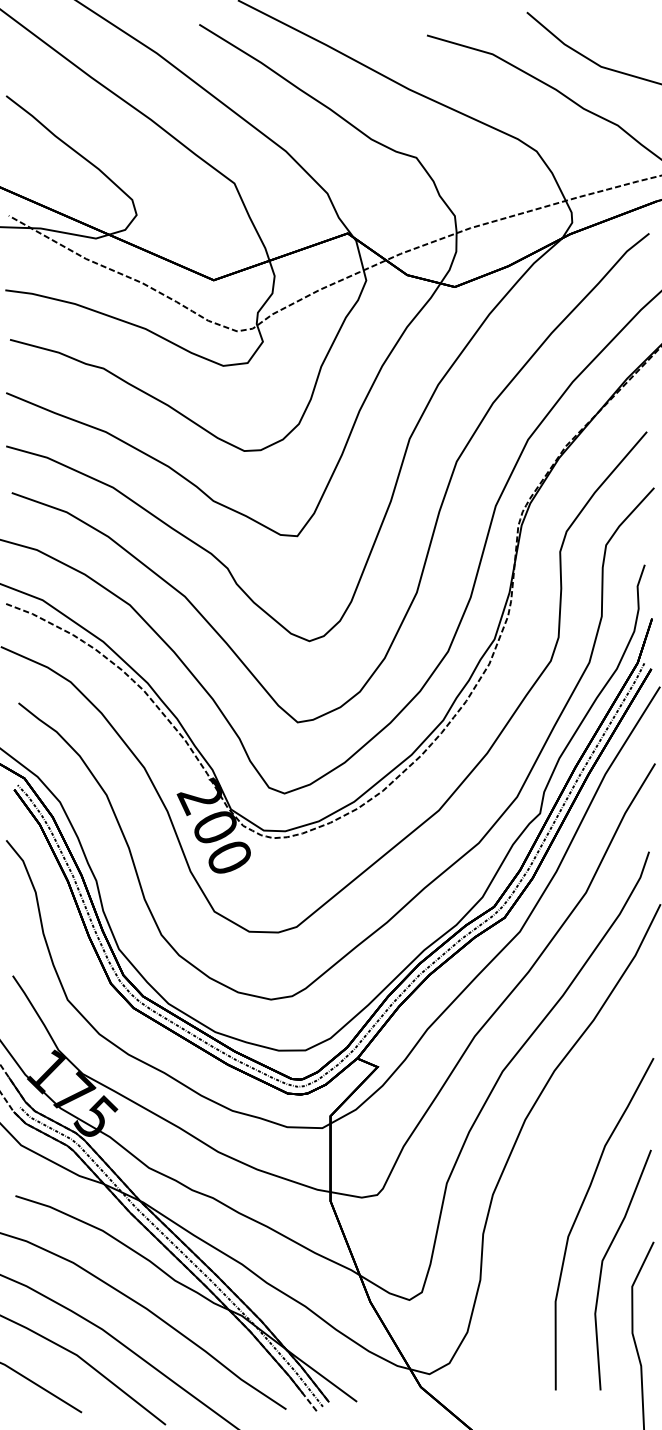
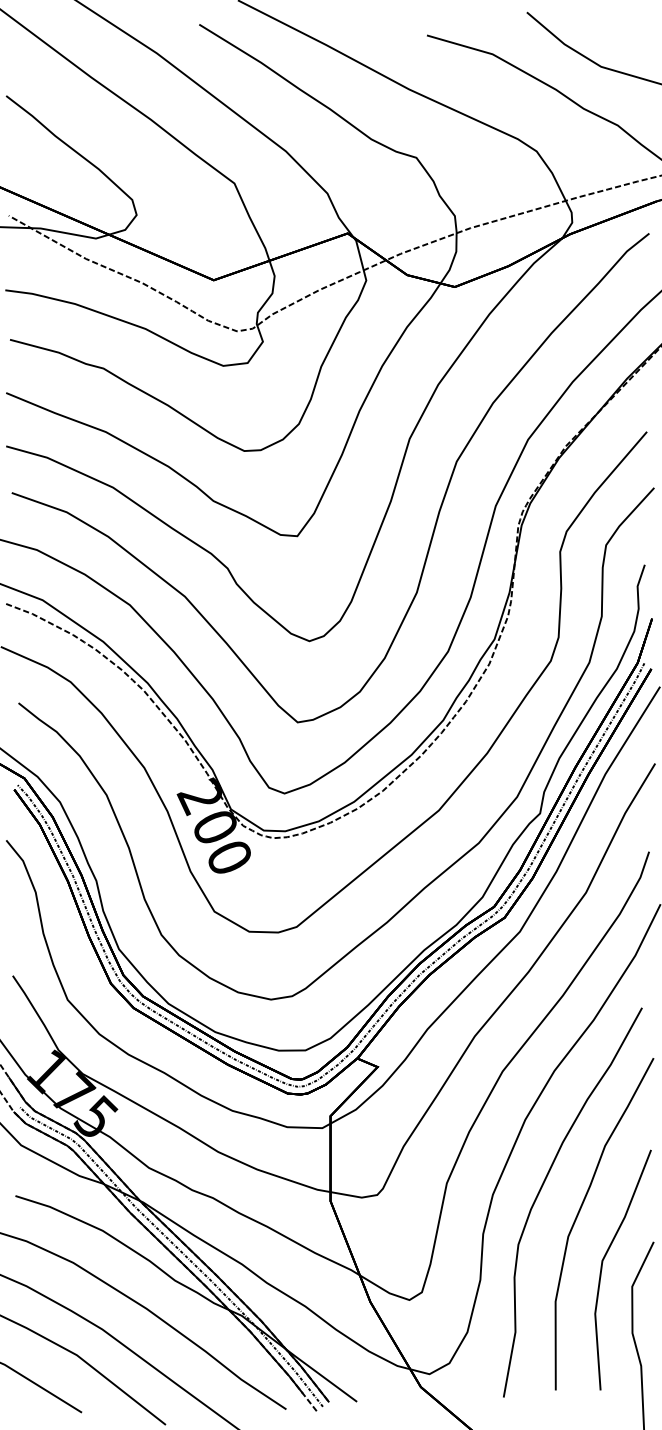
curve at (540, 1192): none -> present
